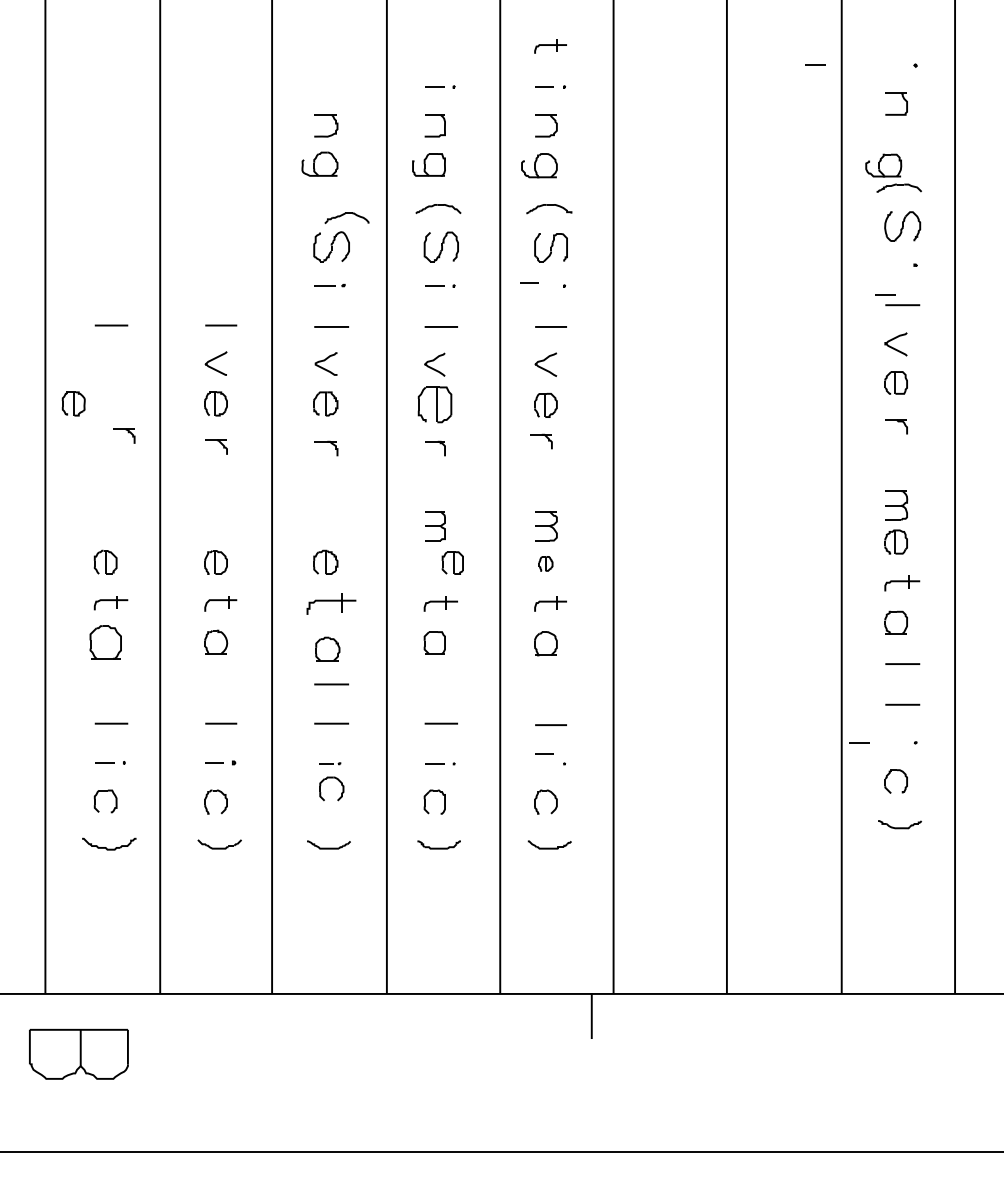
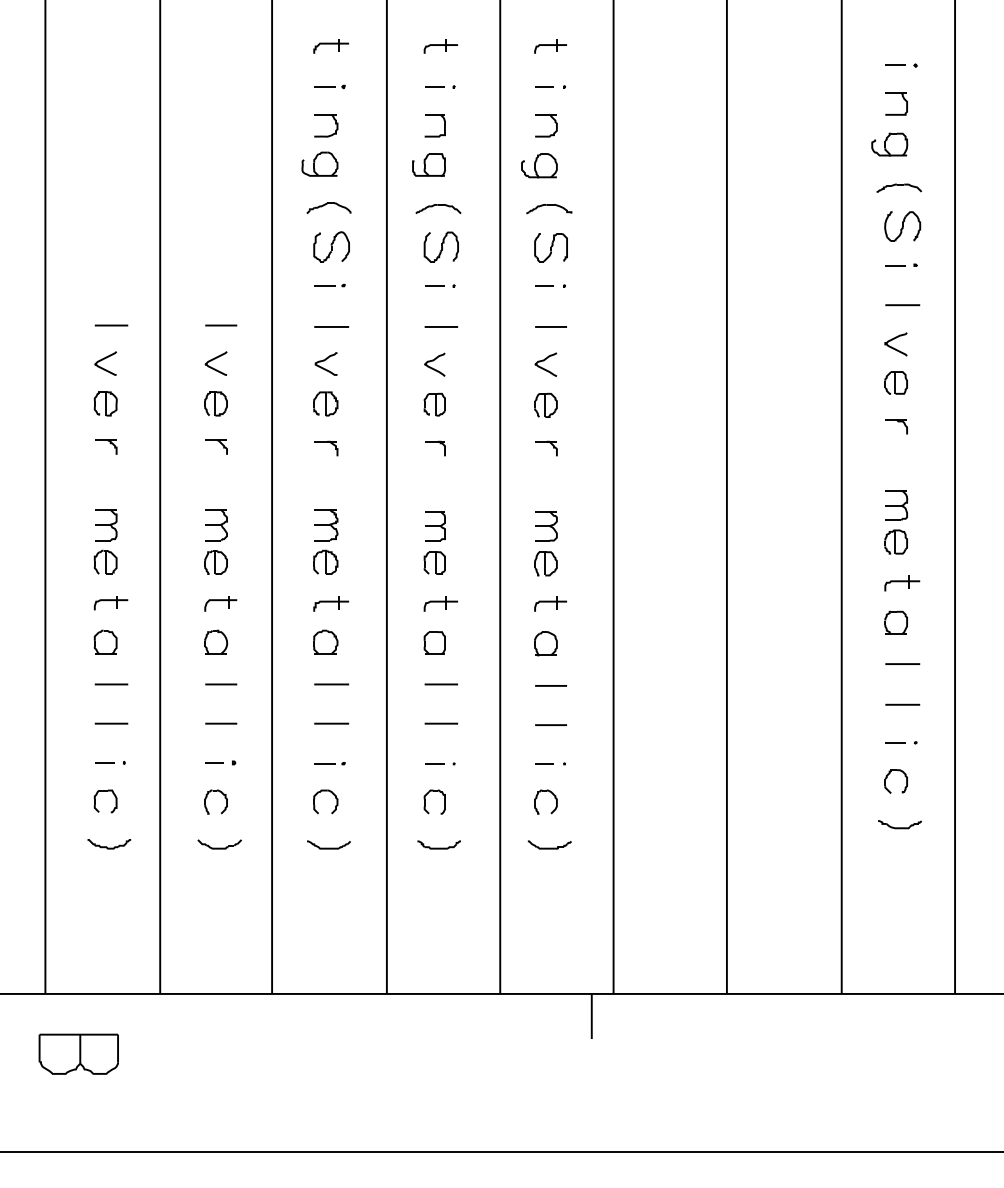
part at (330, 46): none -> present
part at (440, 46): none -> present
line at (815, 64) position: (815, 64) -> (895, 64)
part at (329, 86): none -> present
part at (883, 165) position: (883, 165) -> (889, 144)
part at (346, 217) position: (346, 217) -> (328, 207)
line at (529, 282) position: (529, 282) -> (544, 285)
line at (885, 294) position: (885, 294) -> (895, 265)
curve at (104, 359): none -> present
part at (73, 403) position: (73, 403) -> (105, 403)
part at (434, 404) size: 36x38 px -> 23x25 px
part at (124, 435) position: (124, 435) -> (106, 446)
part at (541, 441) position: (541, 441) -> (546, 448)
part at (106, 525): none -> present
part at (216, 525): none -> present
part at (326, 525): none -> present
part at (452, 562) position: (452, 562) -> (434, 562)
part at (545, 563) size: 16x16 px -> 24x26 px
part at (331, 603) size: 51x22 px -> 36x16 px
part at (105, 642) size: 33x35 px -> 25x26 px
part at (327, 648) position: (327, 648) -> (325, 641)
line at (111, 684): none -> present
line at (221, 684): none -> present
line at (440, 684): none -> present
line at (550, 685): none -> present
line at (859, 742) position: (859, 742) -> (895, 742)
line at (544, 753) position: (544, 753) -> (544, 763)
part at (330, 763) size: 23x4 px -> 32x4 px
part at (338, 781) position: (338, 781) -> (332, 794)
part at (109, 843) size: 55x14 px -> 45x11 px
part at (78, 1053) size: 100x52 px -> 81x42 px
